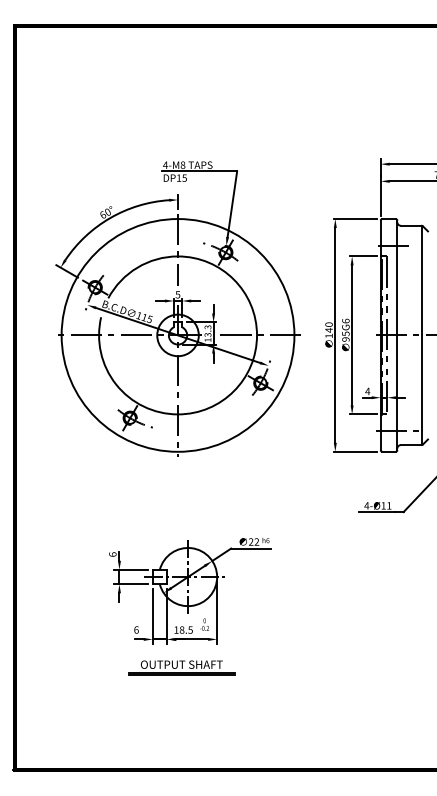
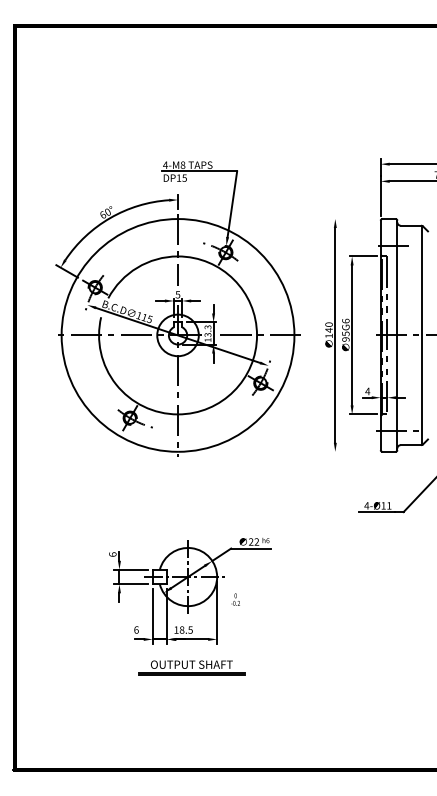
line at (355, 219): present -> none
line at (355, 451): present -> none
text at (204, 624) position: (204, 624) -> (235, 599)
part at (181, 667) position: (181, 667) -> (191, 667)
